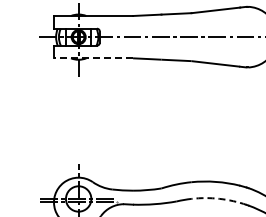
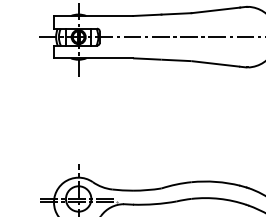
line at (93, 58): dashed -> solid
arc at (219, 198): dashed -> solid
